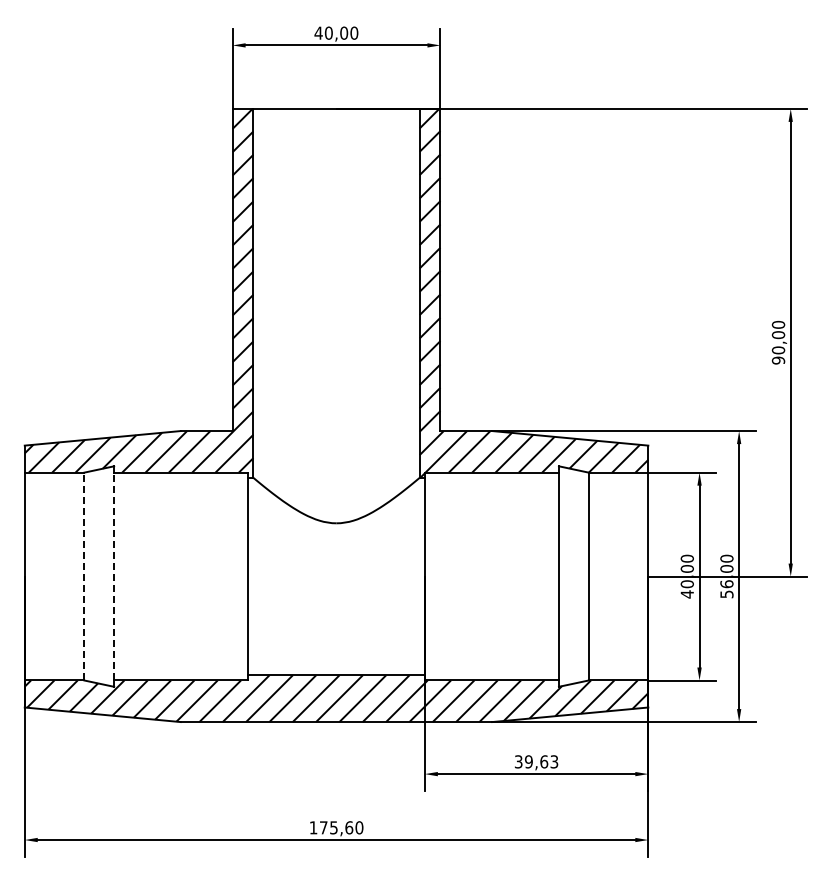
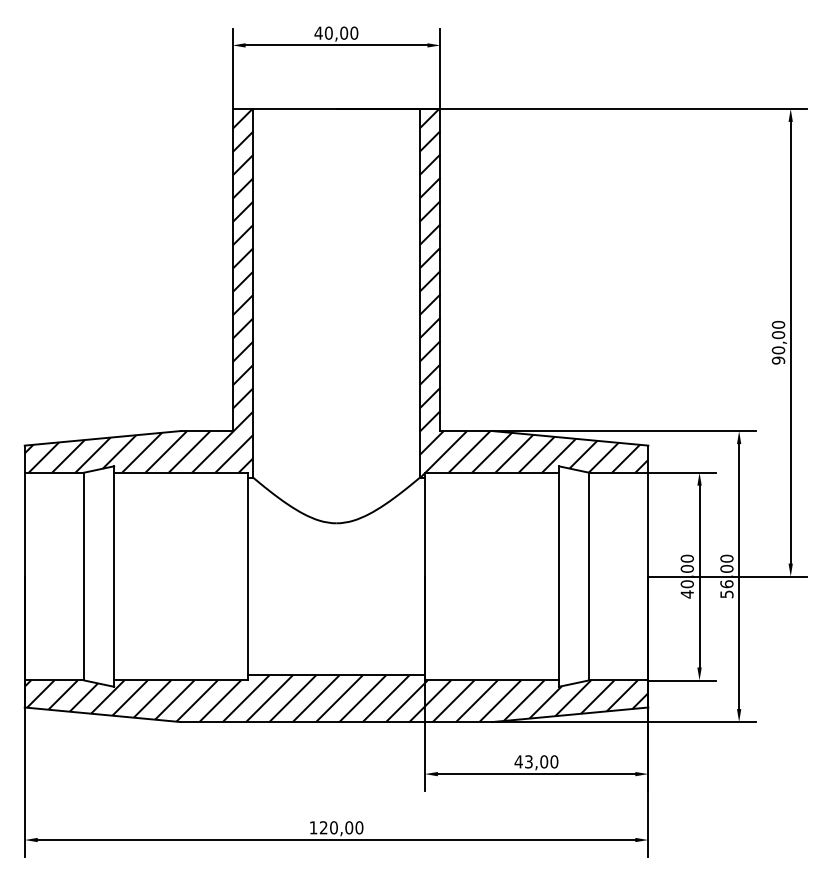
line at (84, 576): dashed -> solid
line at (114, 576): dashed -> solid
text at (536, 761): 39,63 -> 43,00
text at (336, 827): 175,60 -> 120,00
